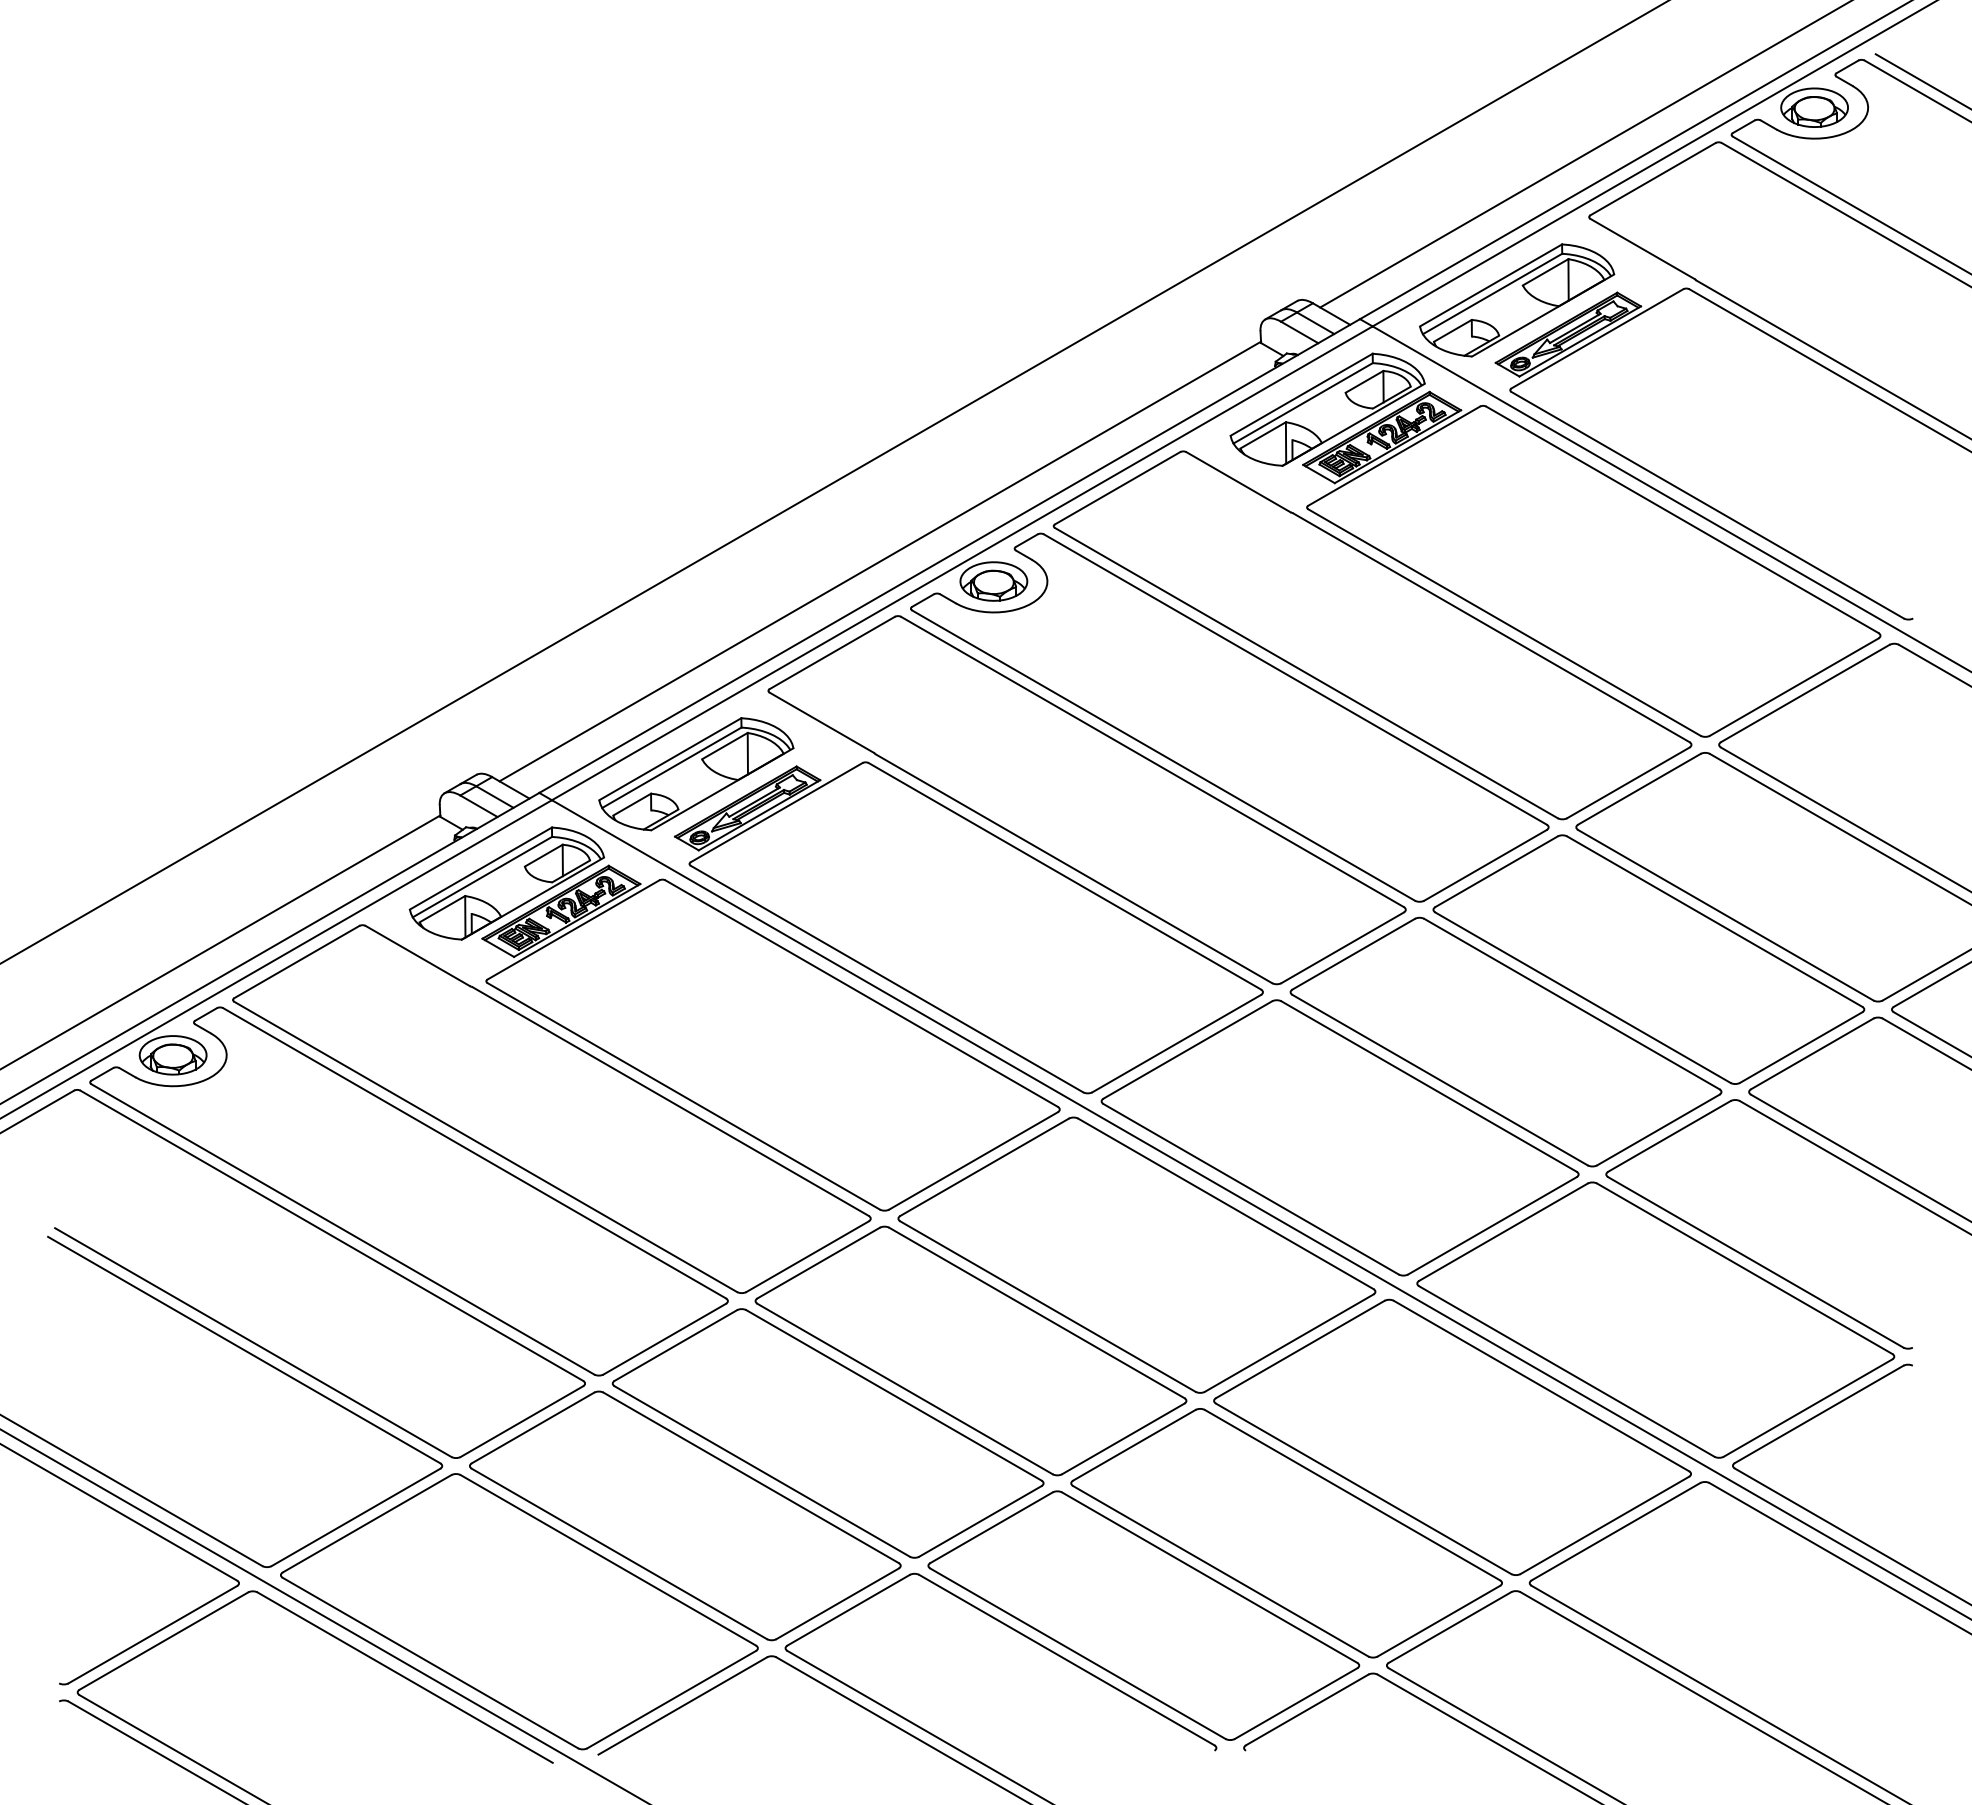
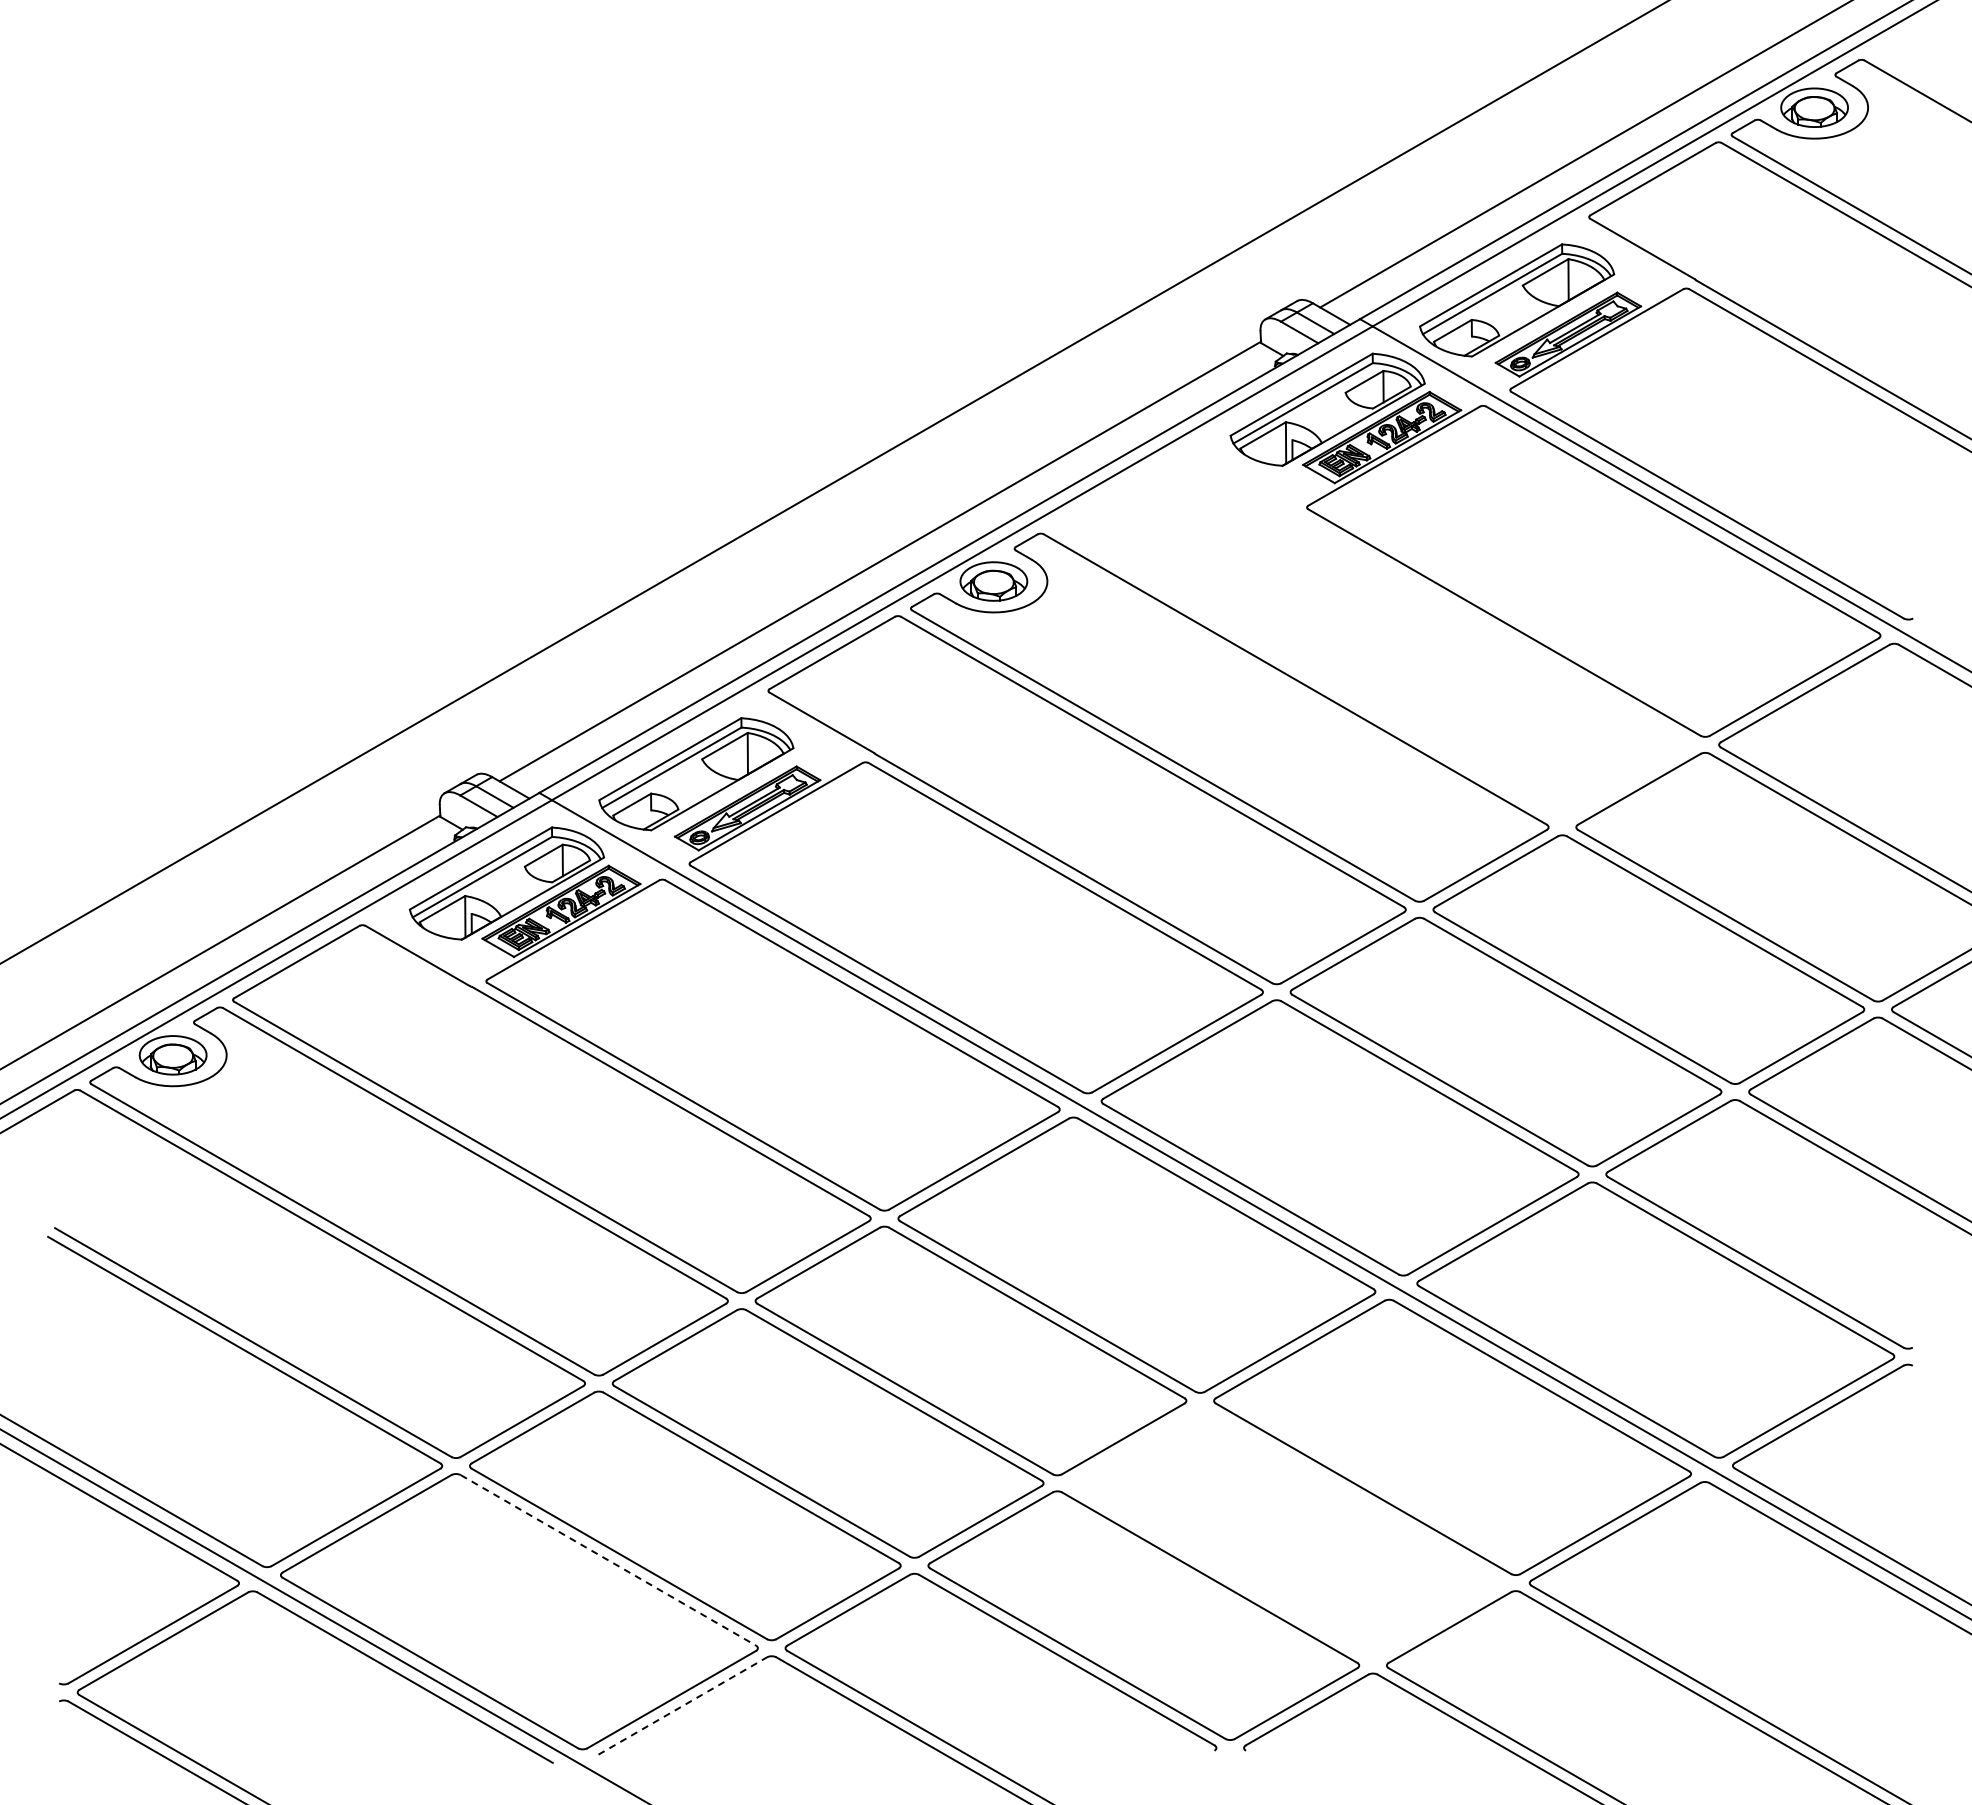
line at (1921, 80): present -> none
part at (1372, 635): present -> none
part at (1286, 1533): present -> none
line at (608, 1560): solid -> dashed
line at (683, 1705): solid -> dashed
